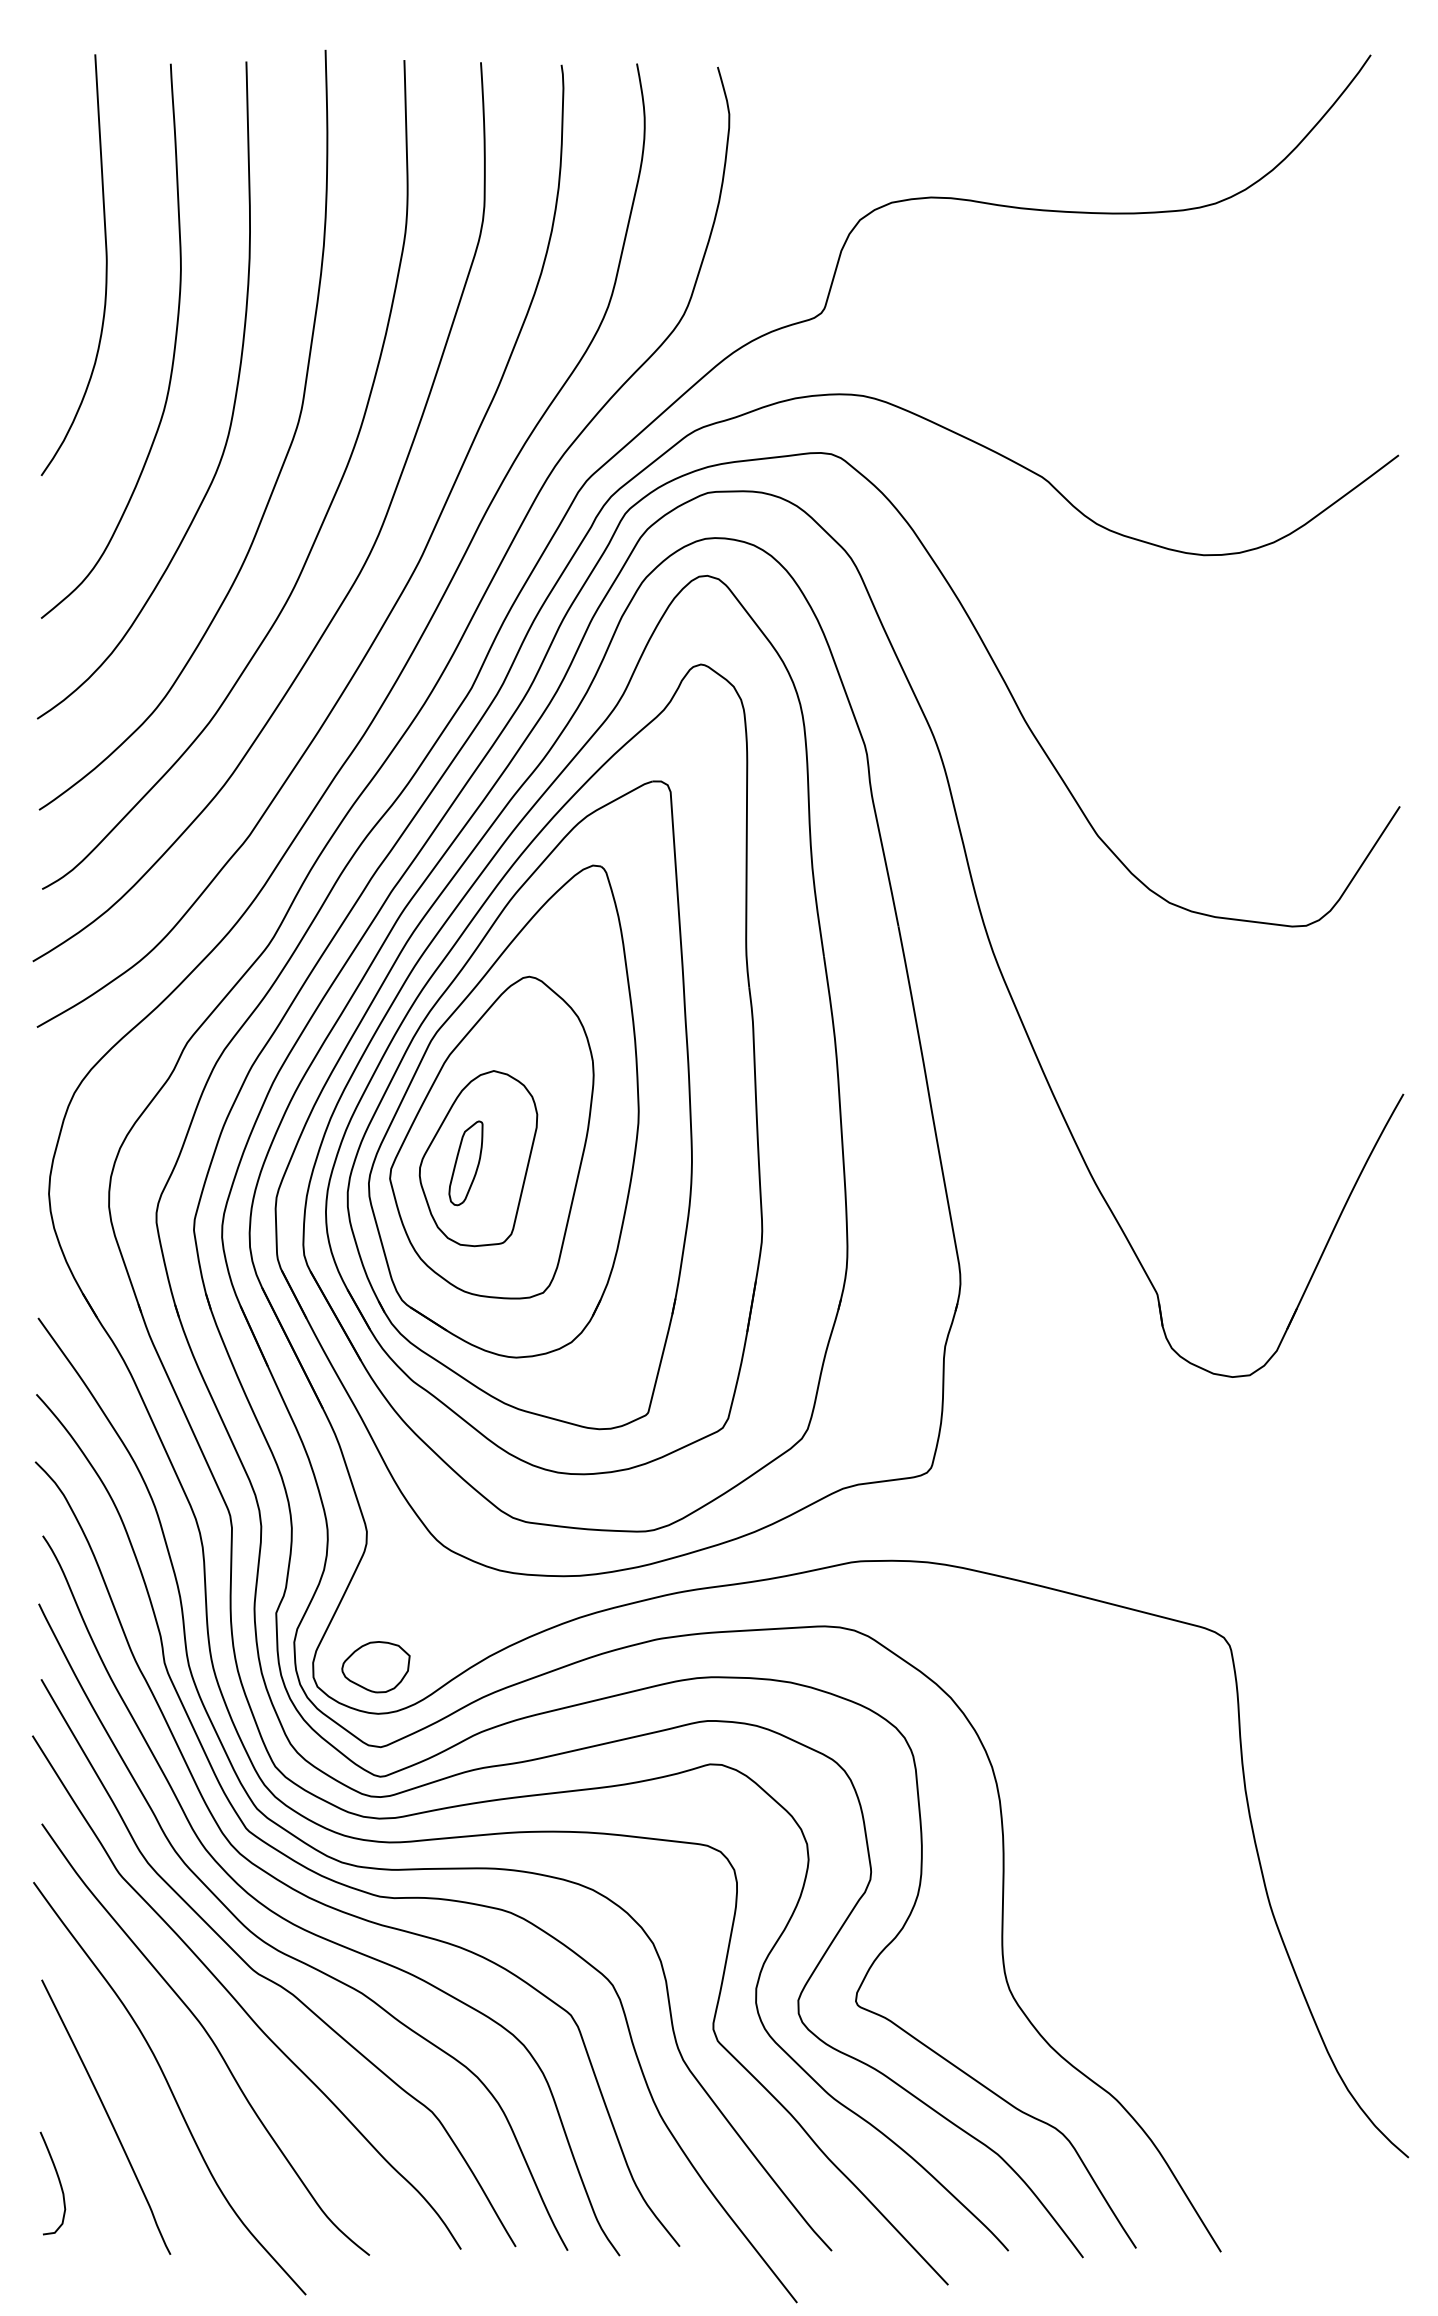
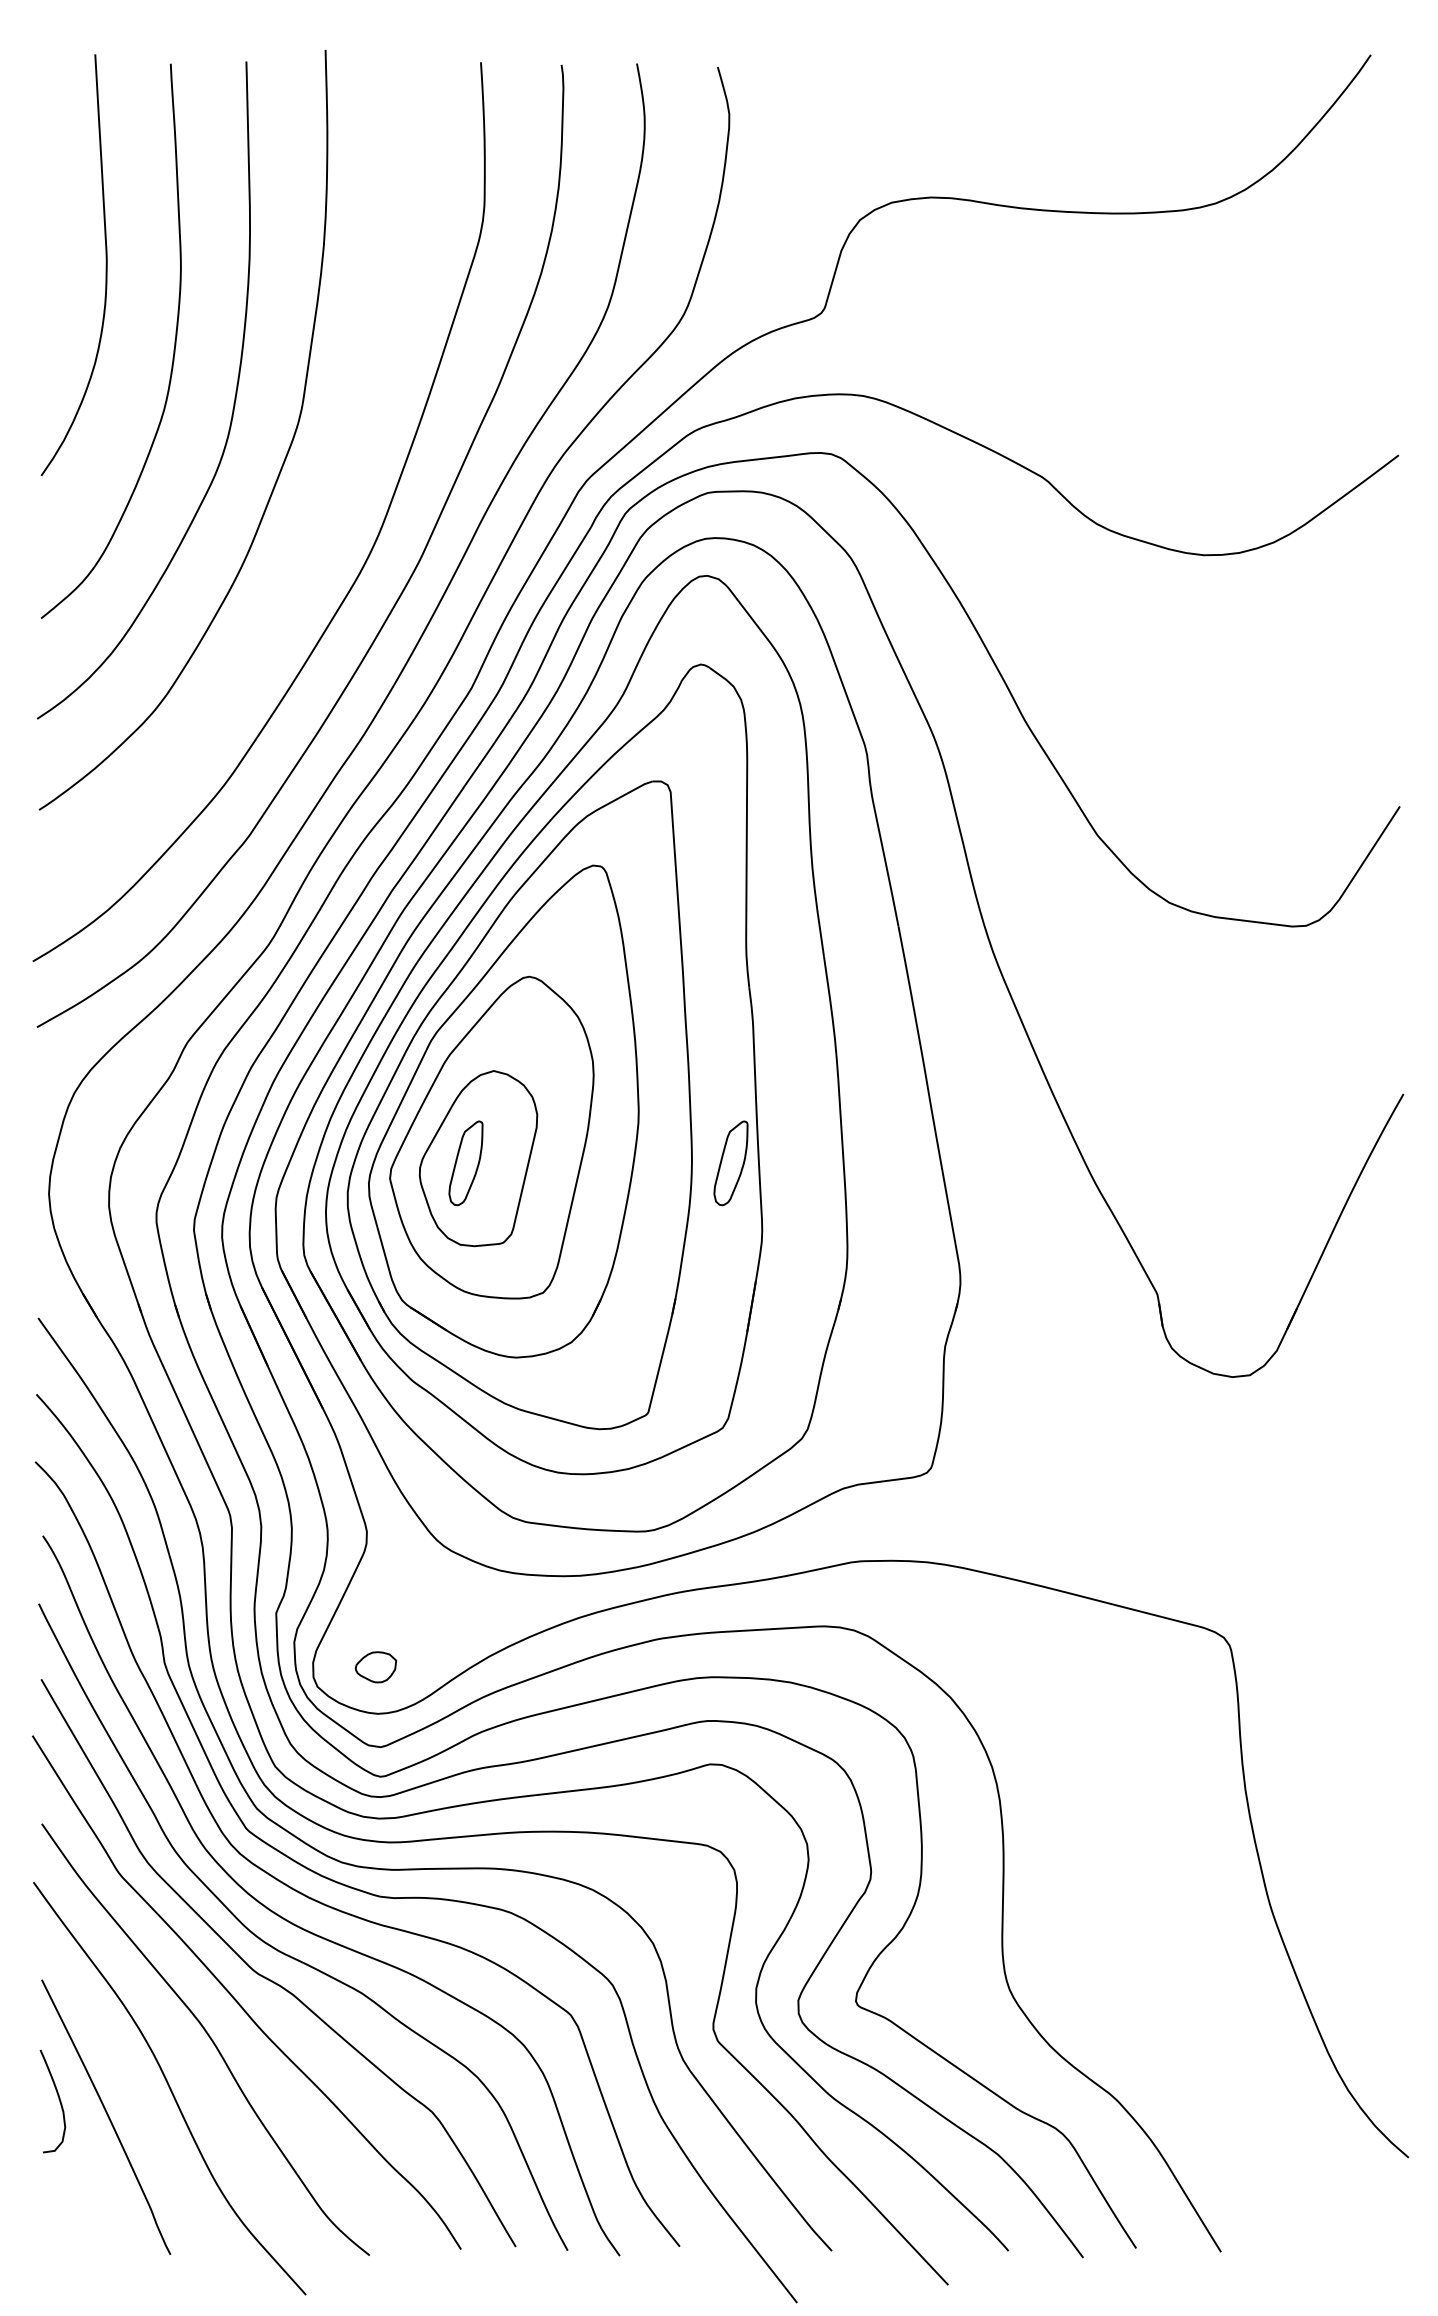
curve at (325, 513): present -> none
part at (730, 1163): none -> present
part at (375, 1667) size: 70x53 px -> 44x33 px
curve at (58, 2181) position: (58, 2181) -> (58, 2099)
